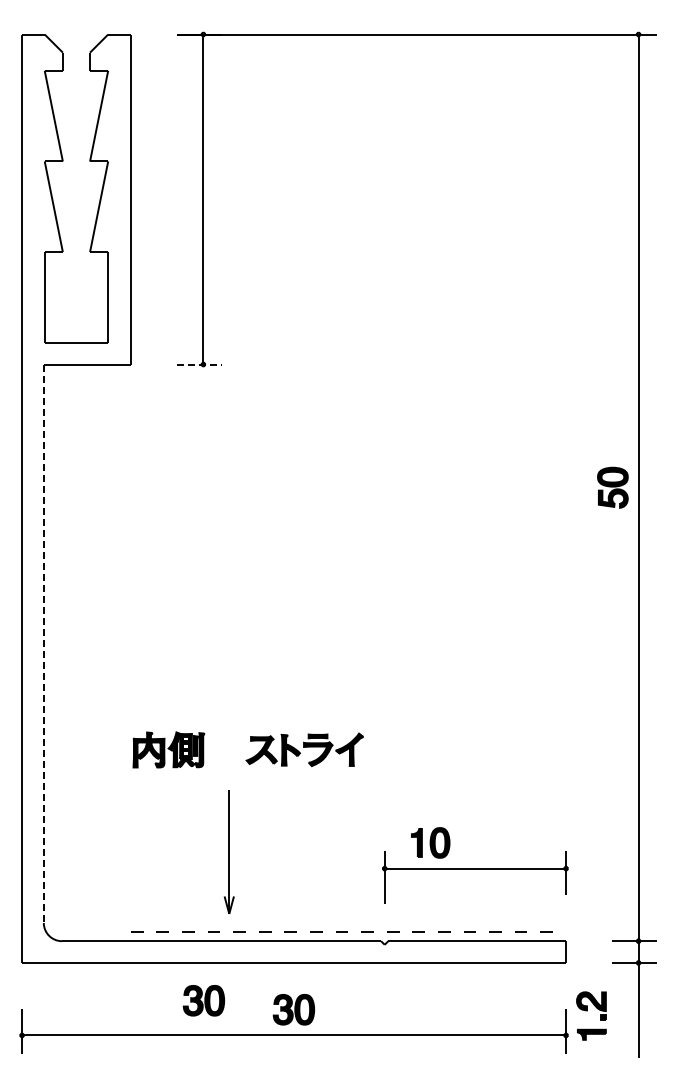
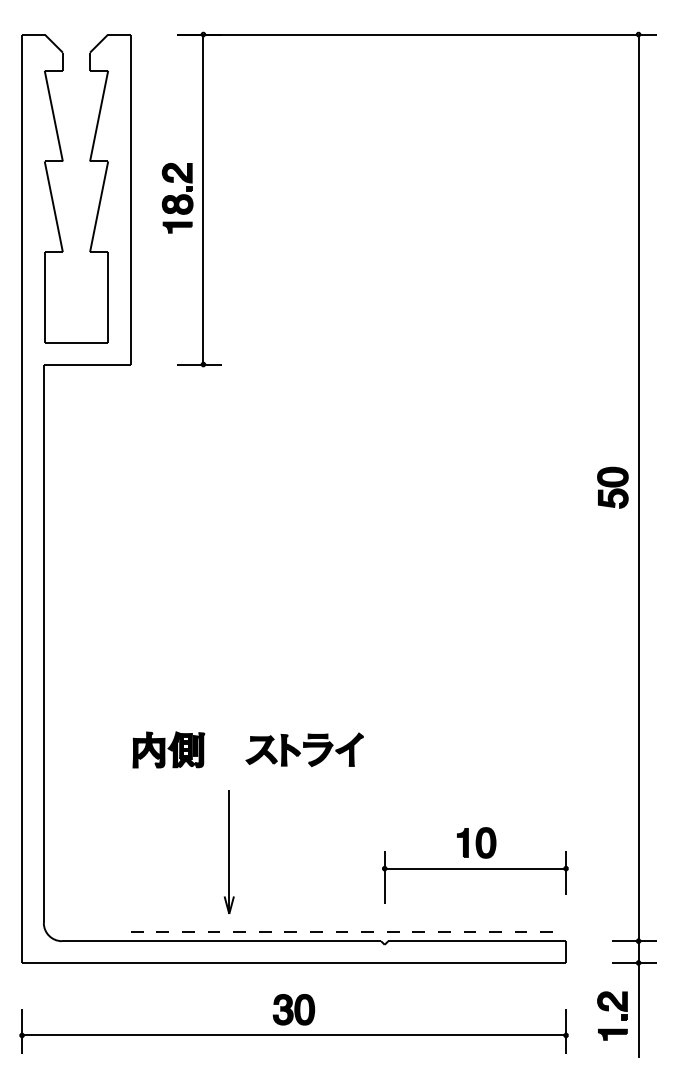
part at (177, 198): none -> present
line at (199, 364): dashed -> solid
line at (43, 644): dashed -> solid
part at (430, 842) position: (430, 842) -> (476, 842)
part at (203, 1000): present -> none
part at (591, 1015) position: (591, 1015) -> (612, 1015)
